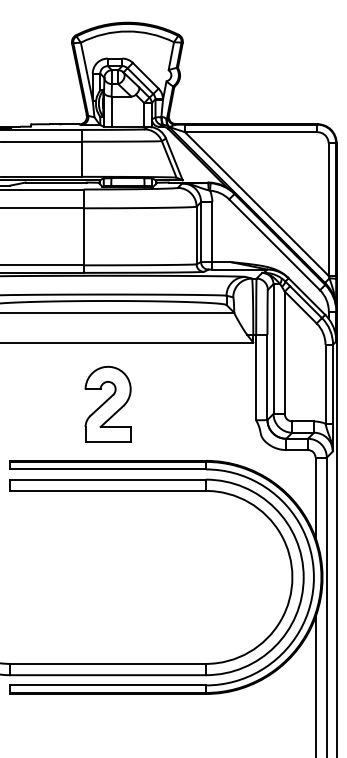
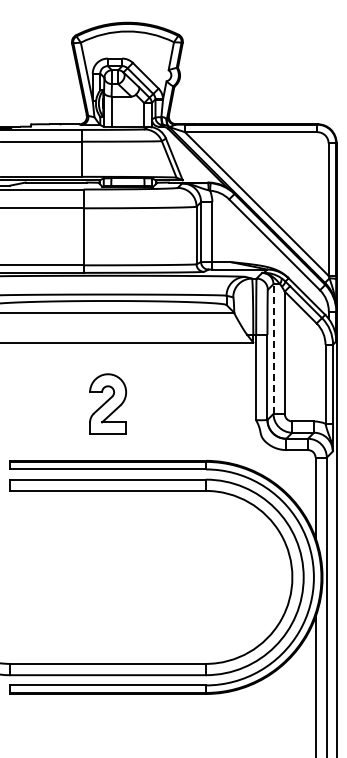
line at (273, 349): solid -> dashed
part at (107, 403) size: 48x78 px -> 38x62 px
